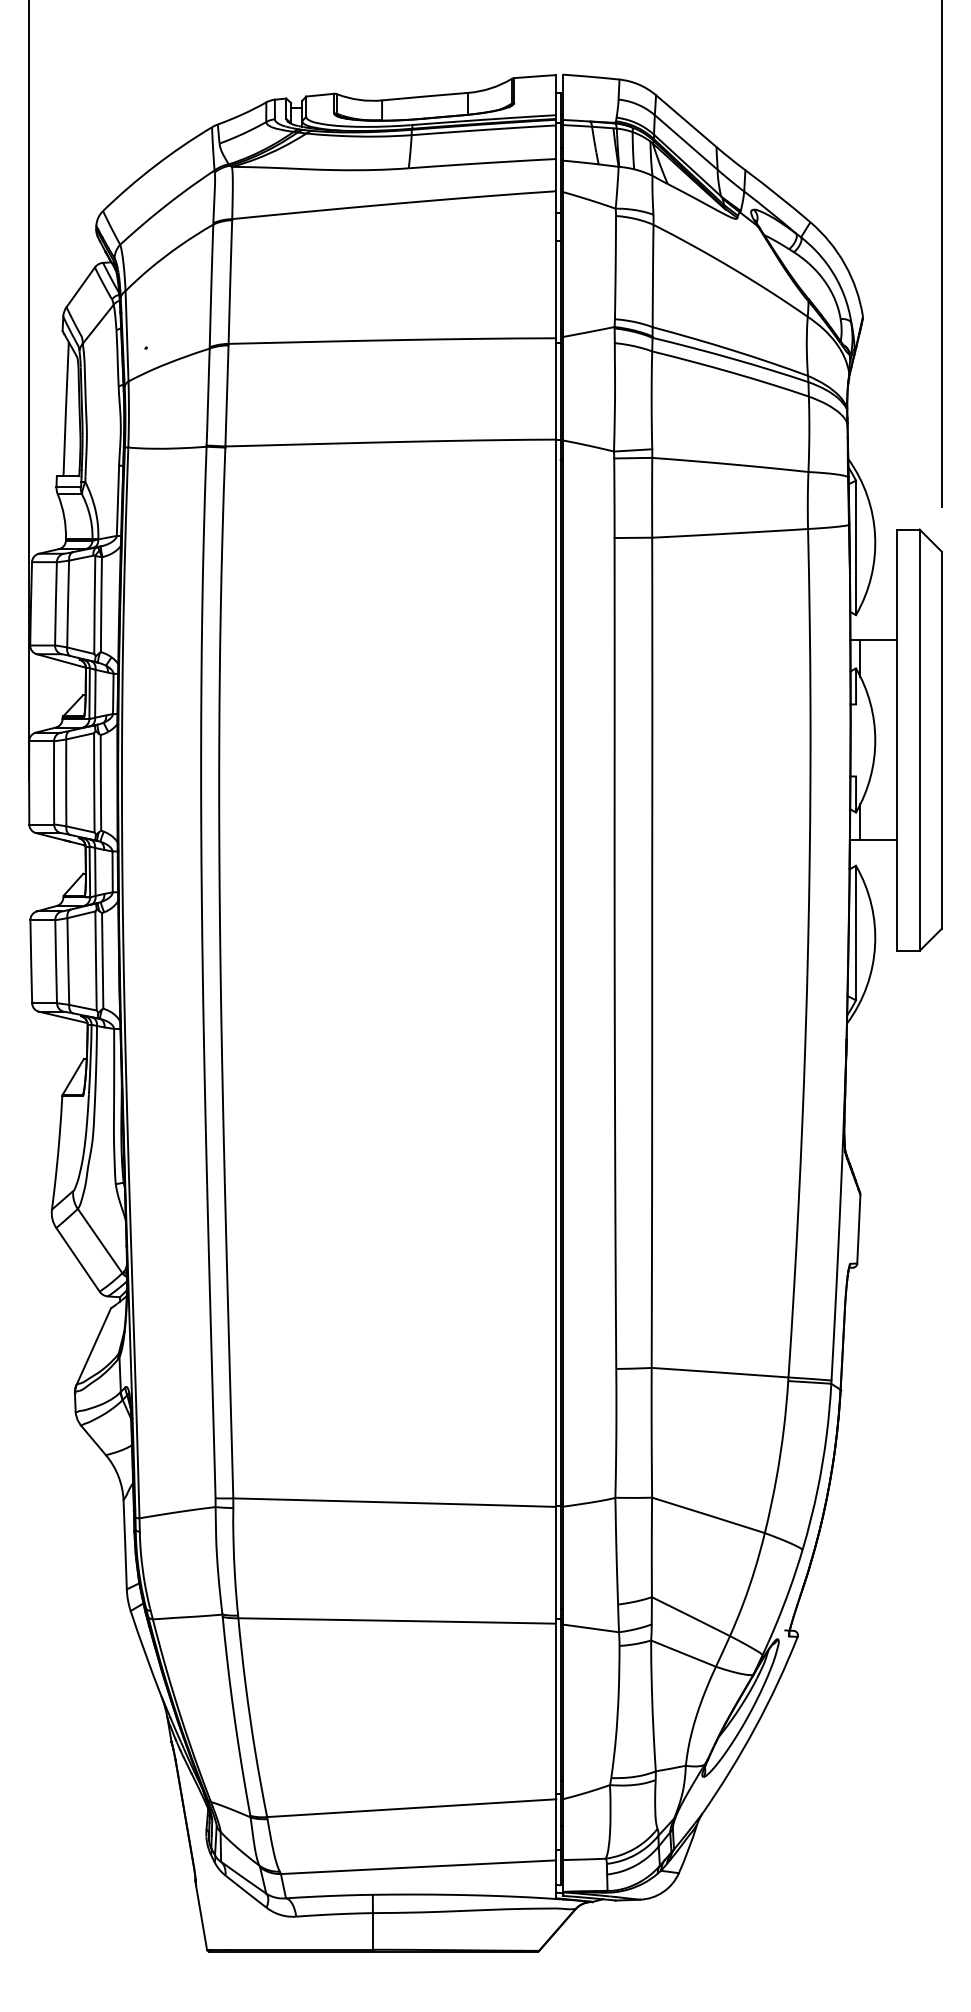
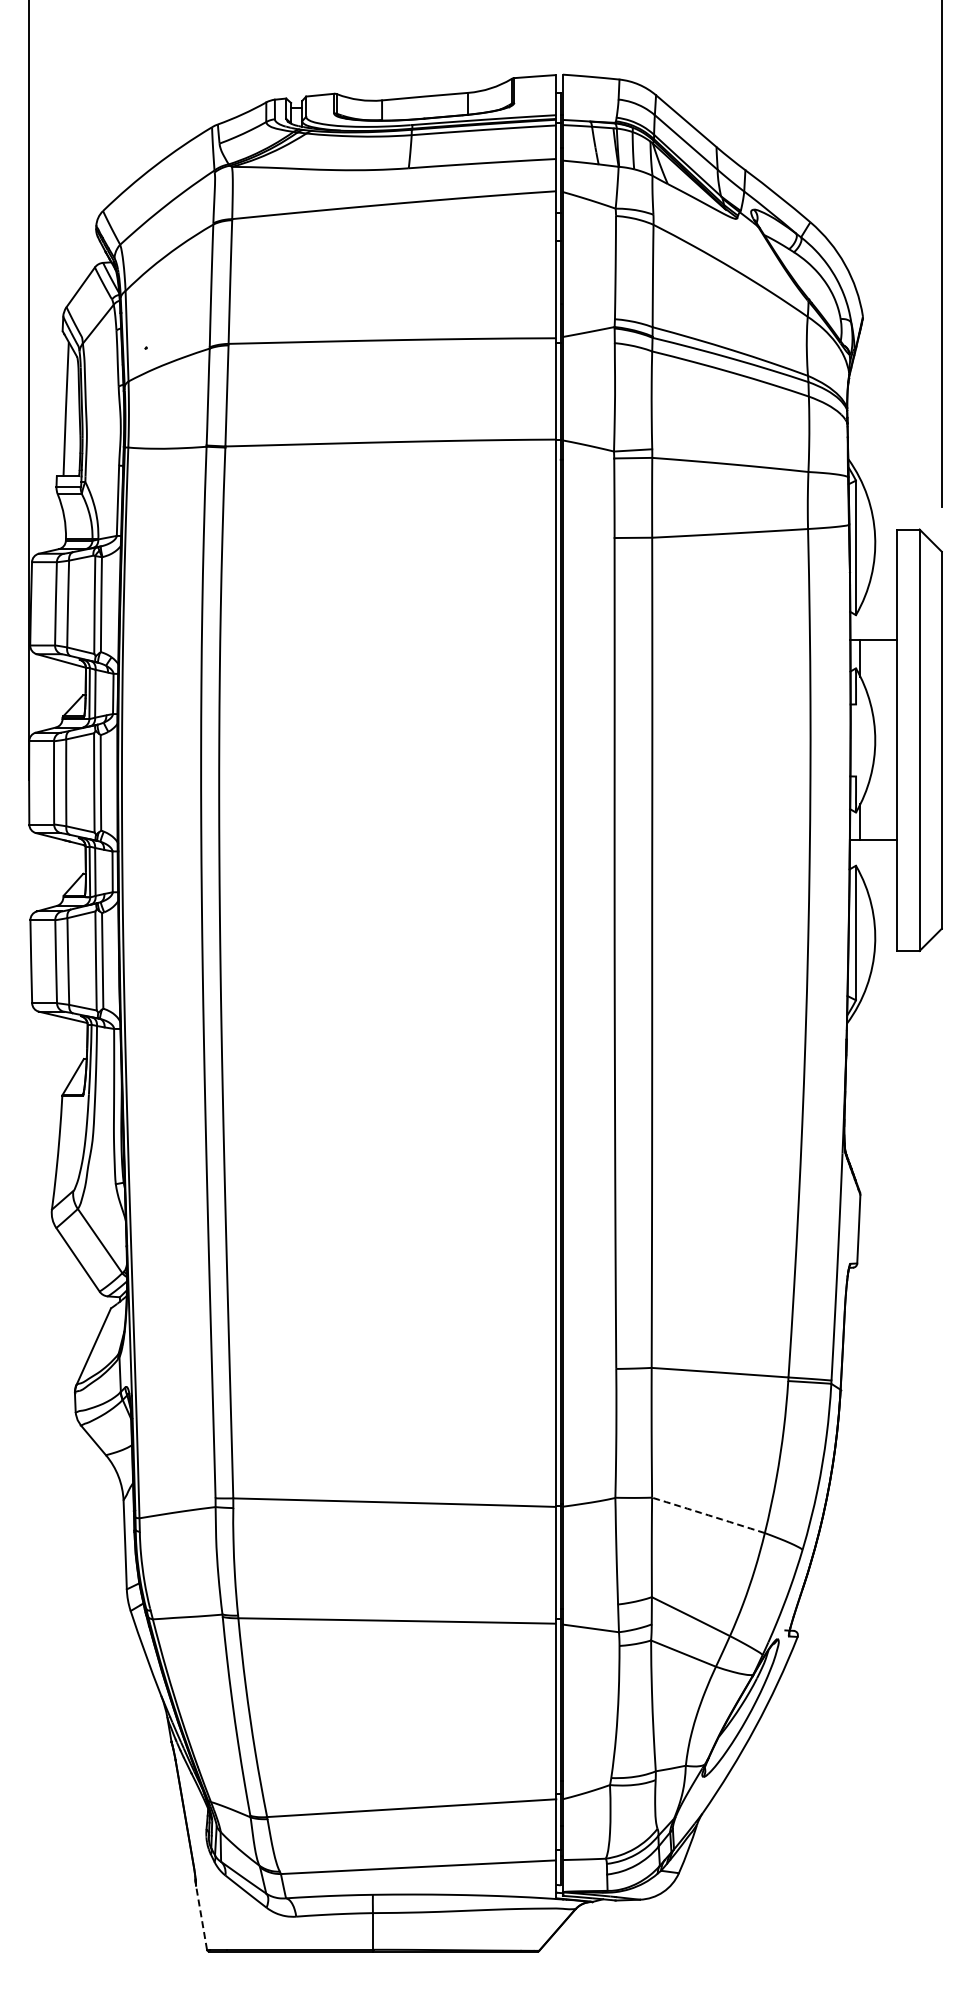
arc at (708, 1515): solid -> dashed
line at (201, 1917): solid -> dashed
